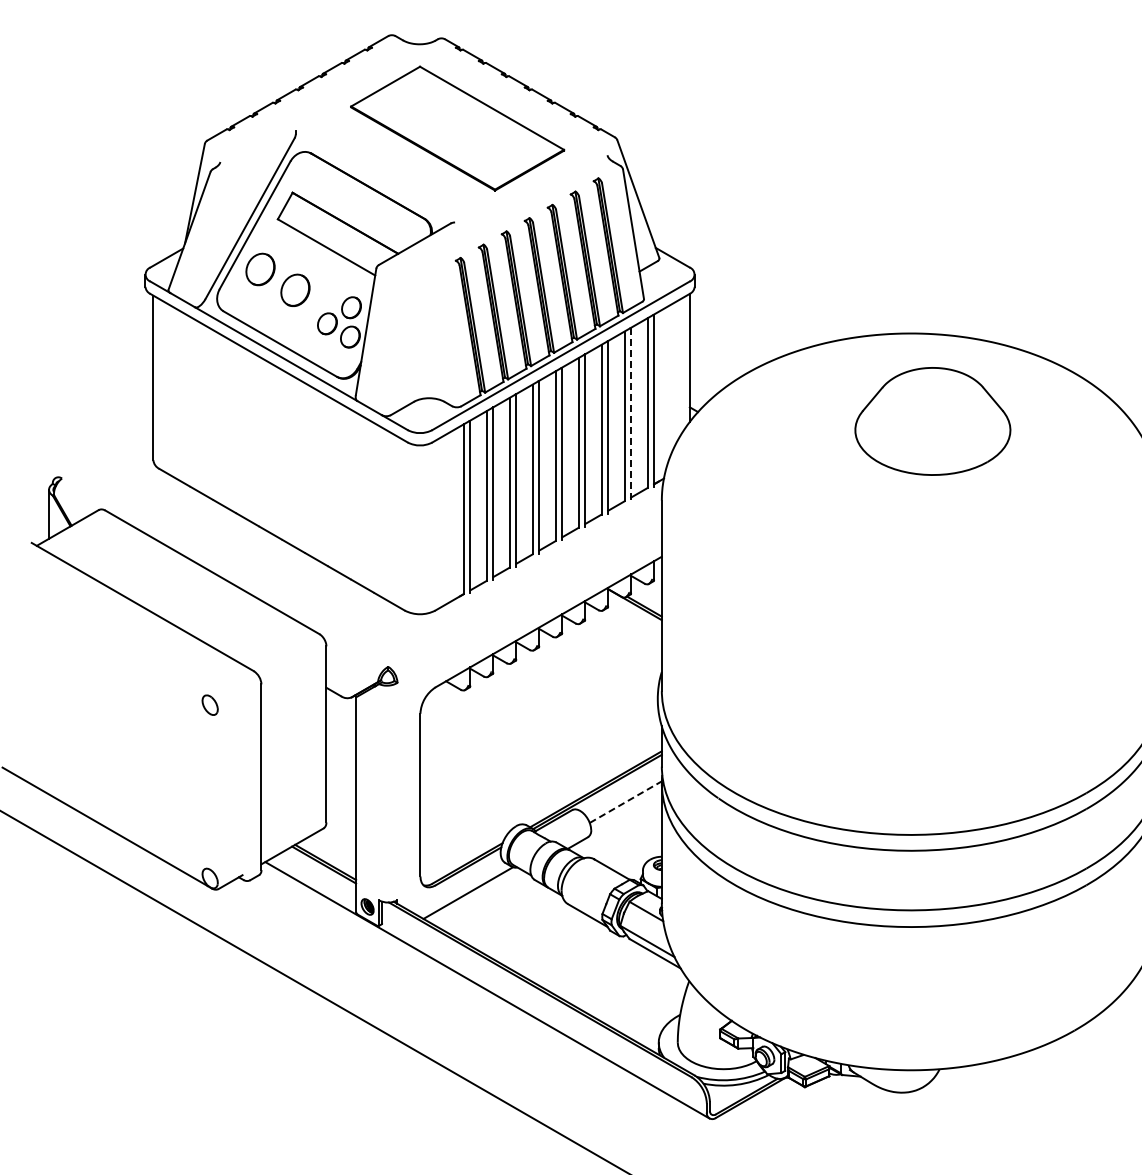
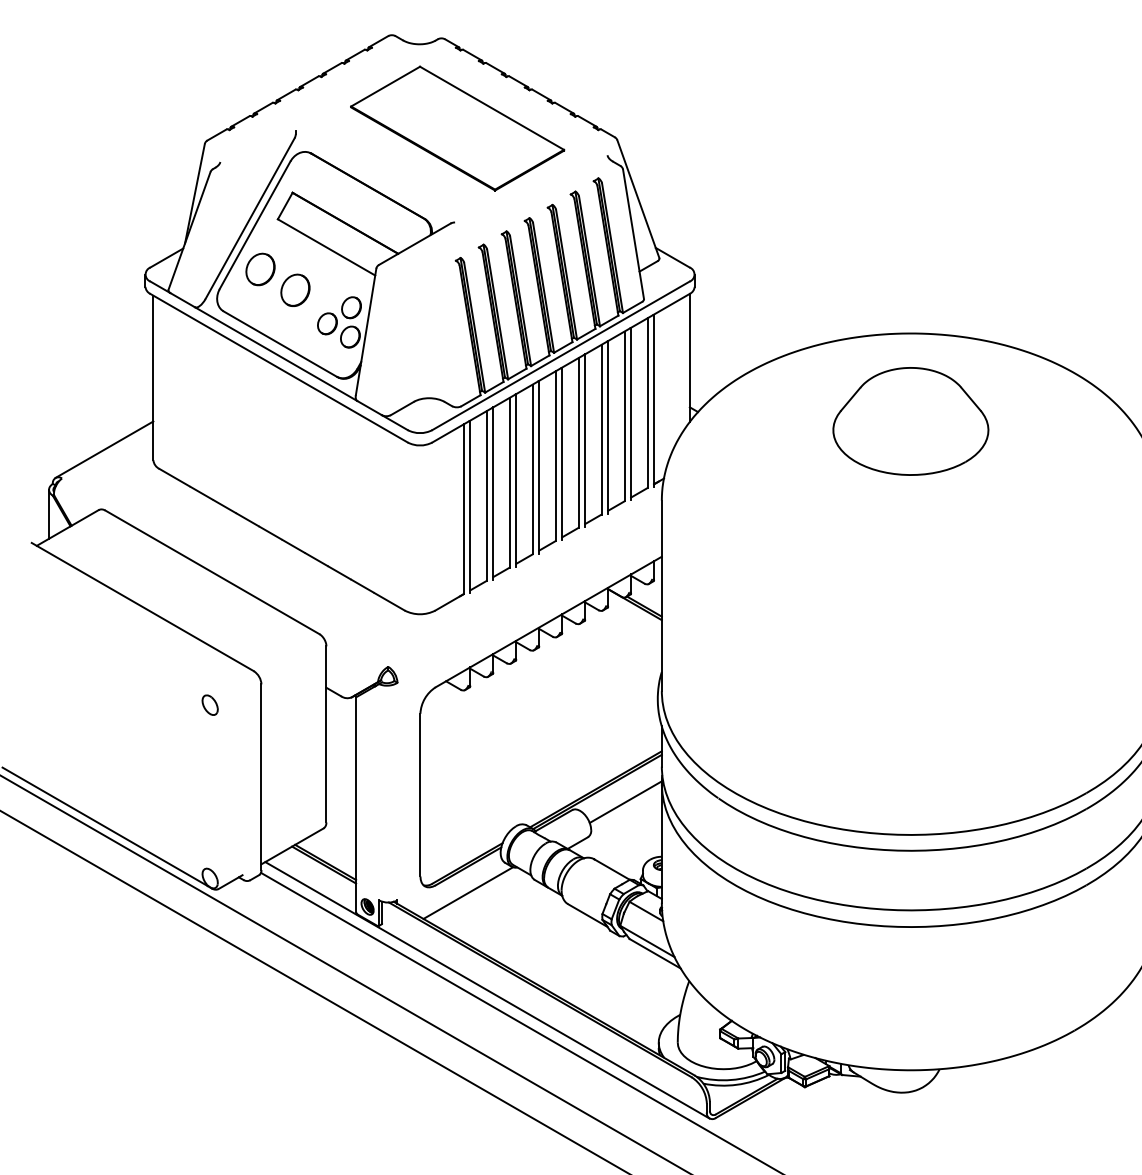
line at (631, 413): dashed -> solid
part at (932, 421) position: (932, 421) -> (910, 421)
line at (104, 449): none -> present
line at (625, 802): dashed -> solid
line at (344, 973): none -> present
line at (520, 1021): none -> present
